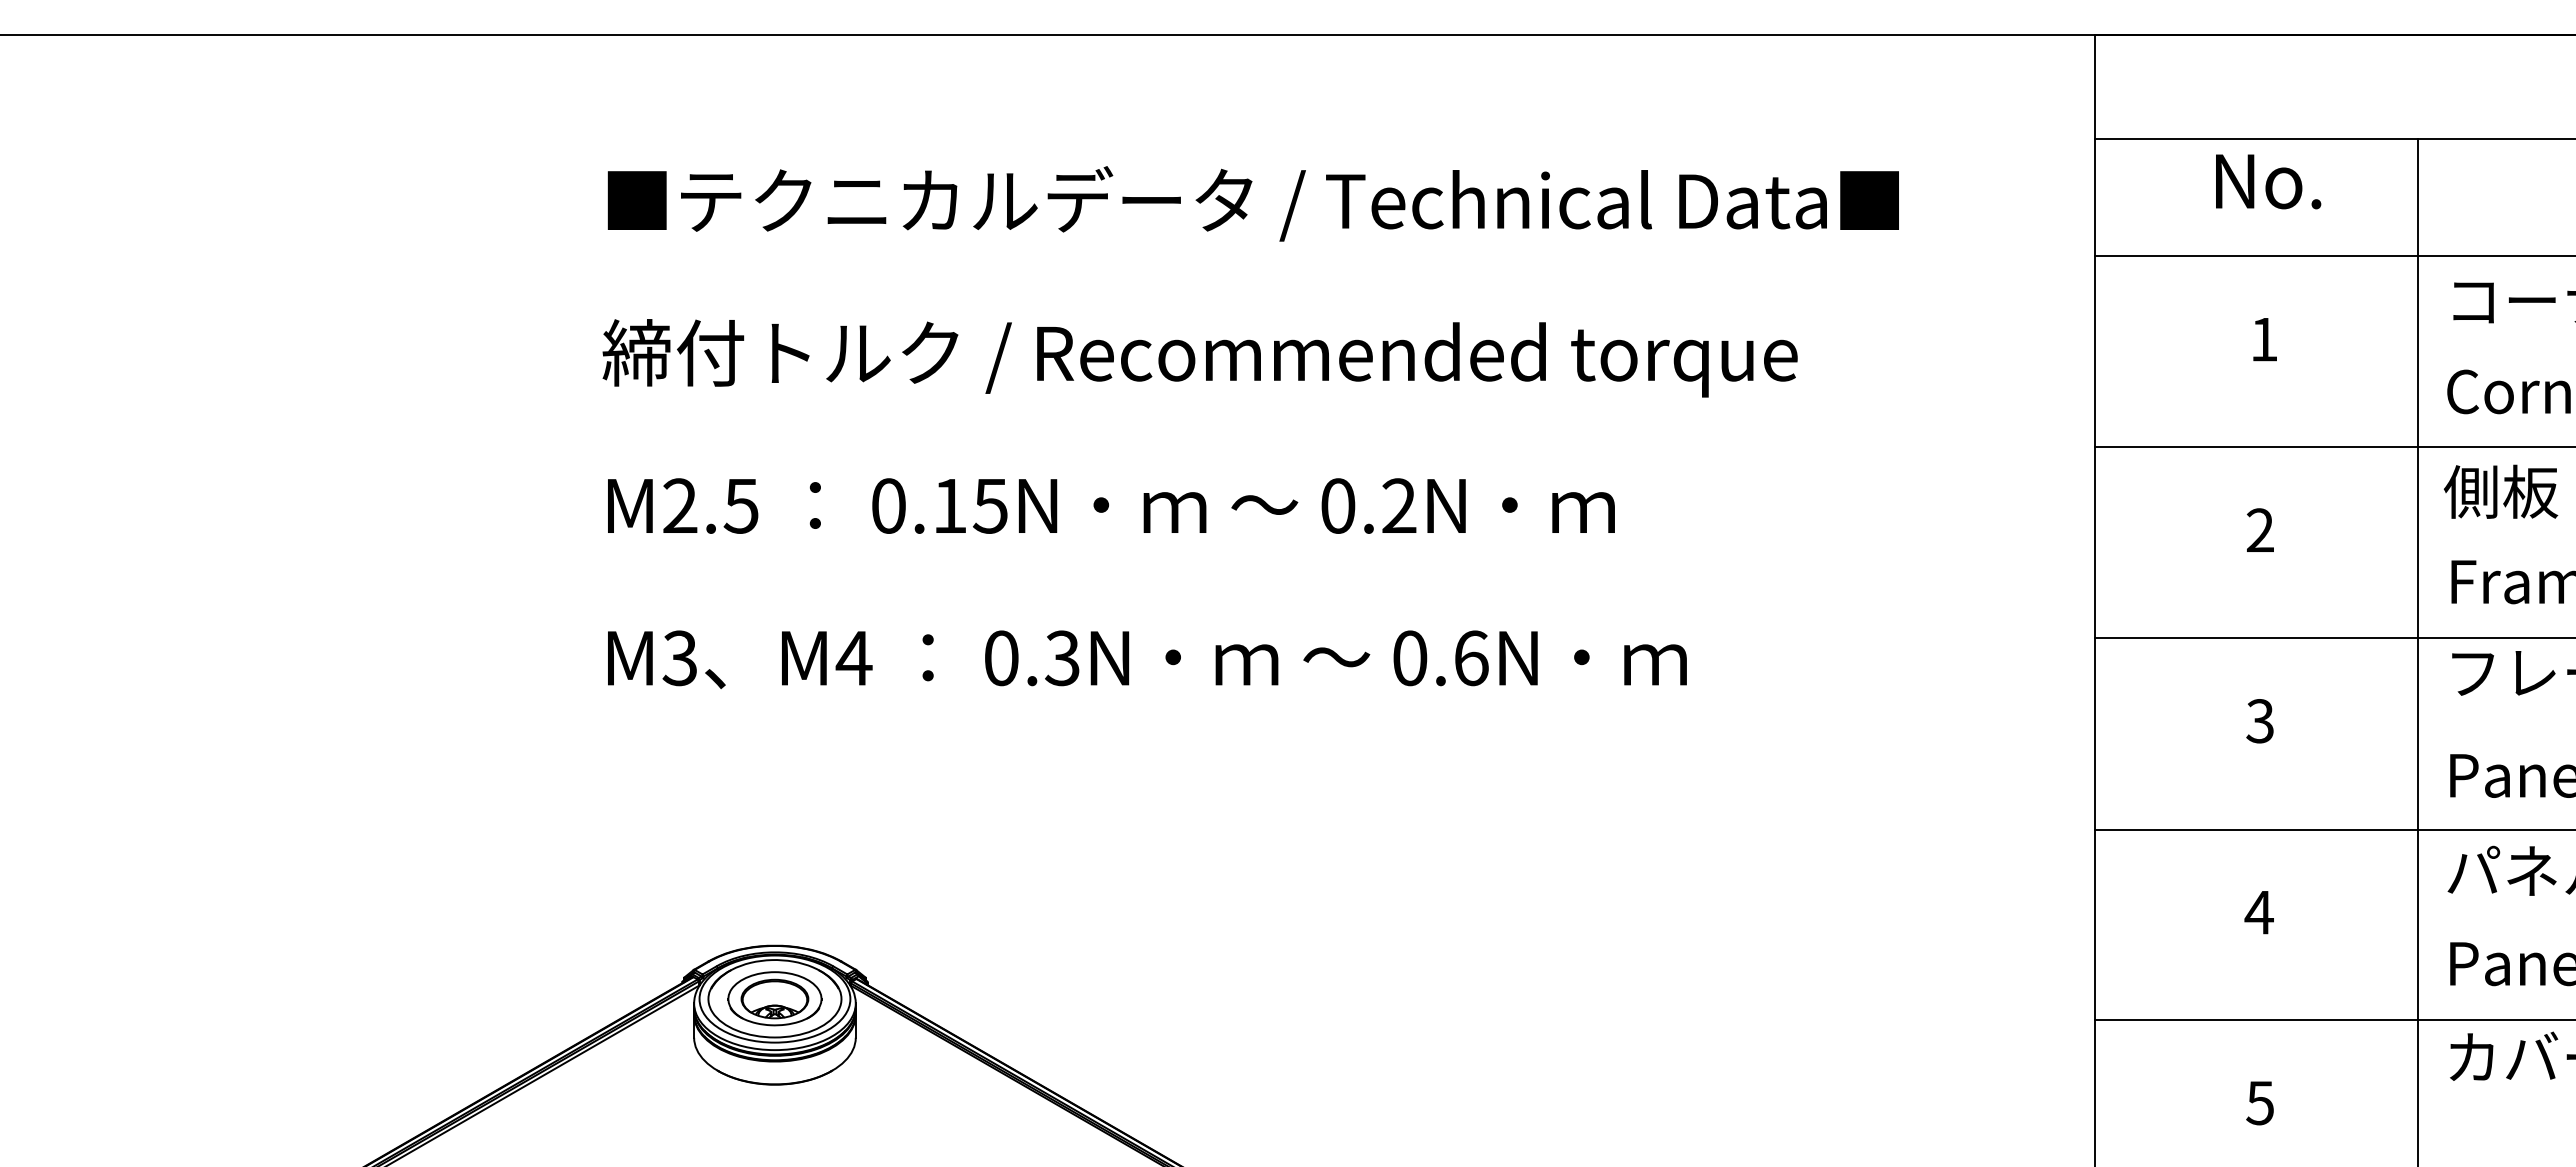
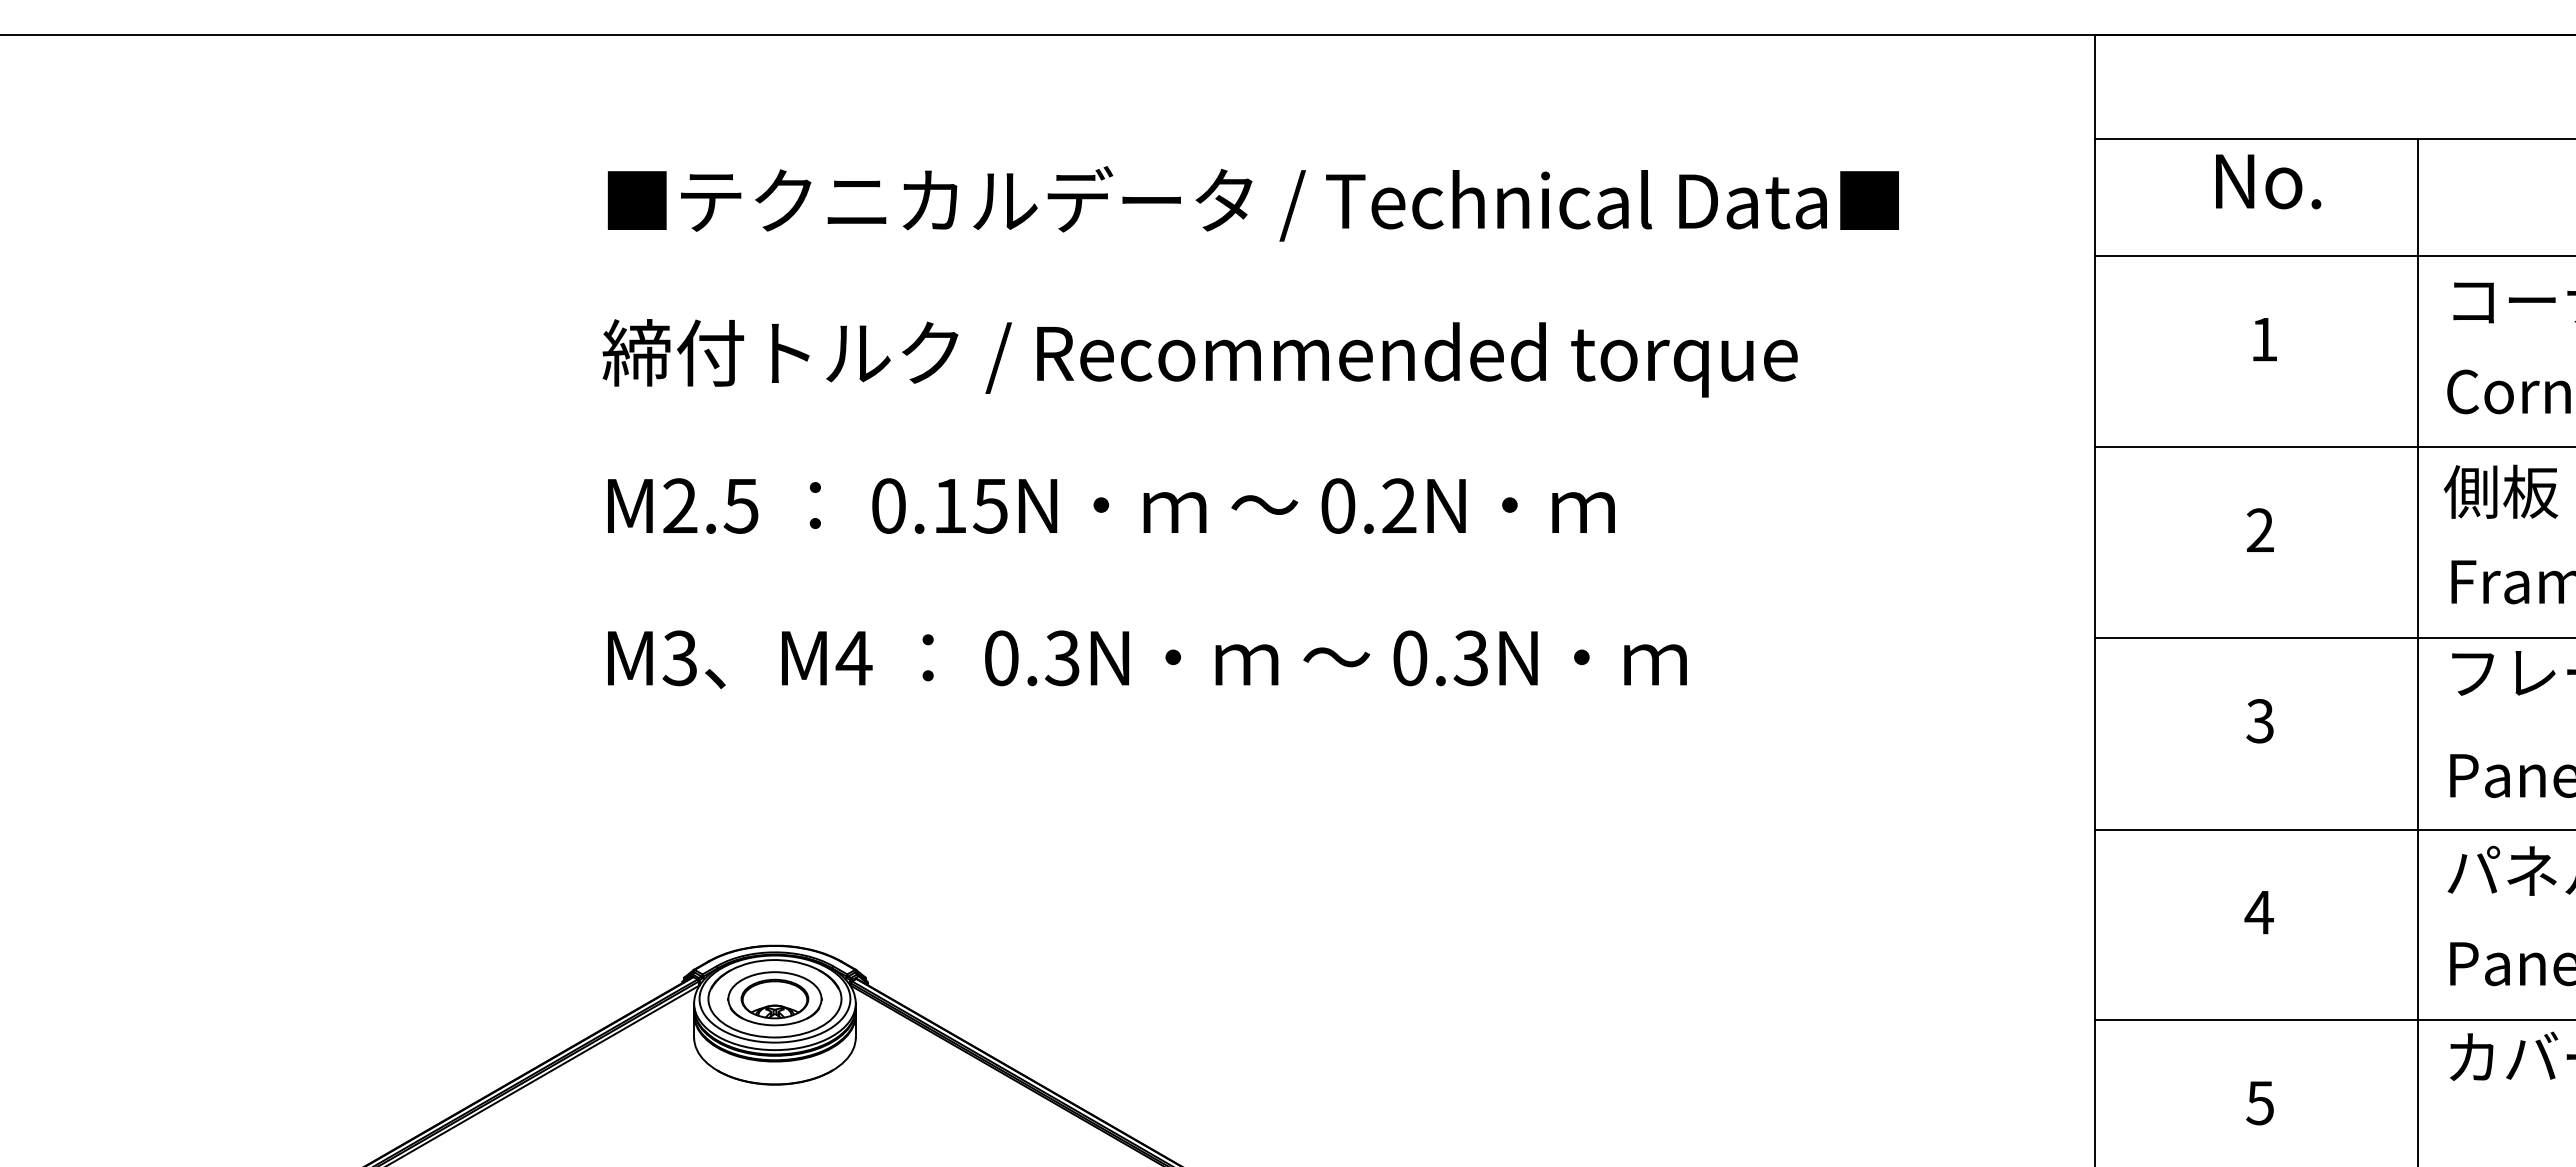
text at (1470, 658): 0.6N -> 0.3N
